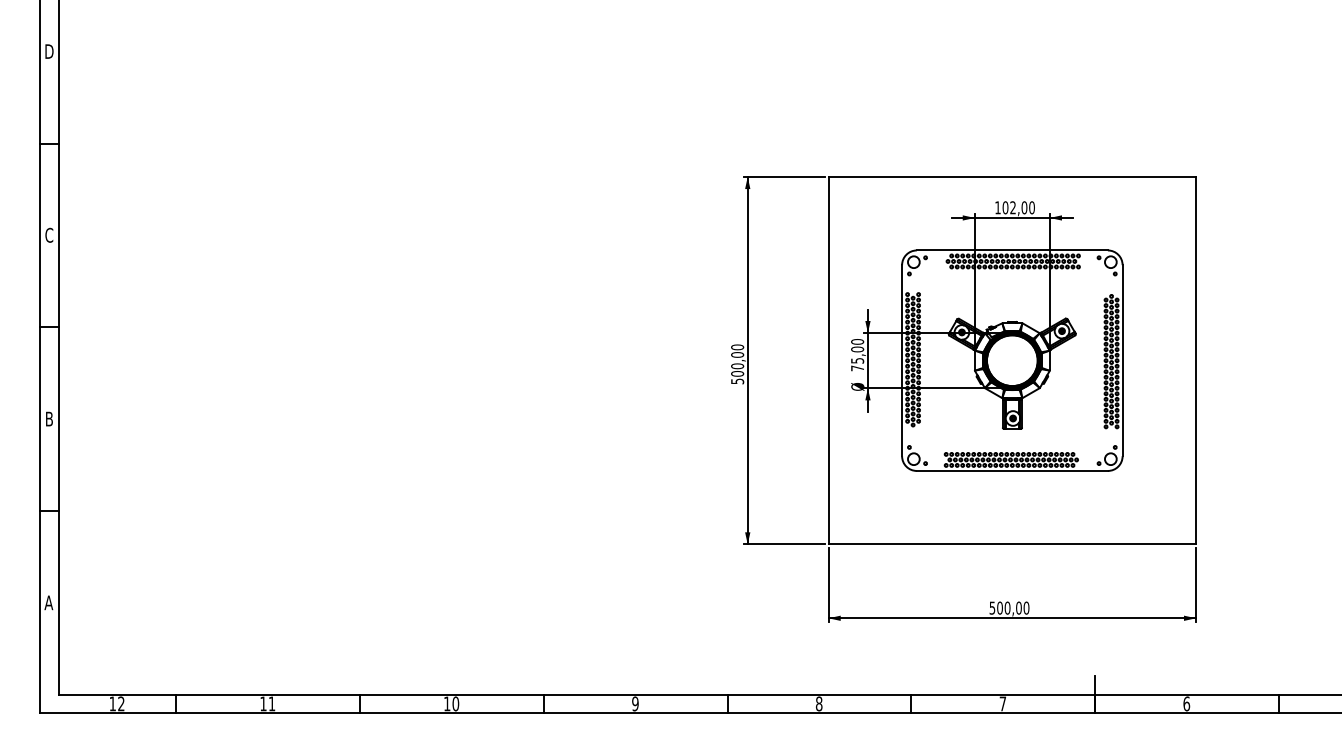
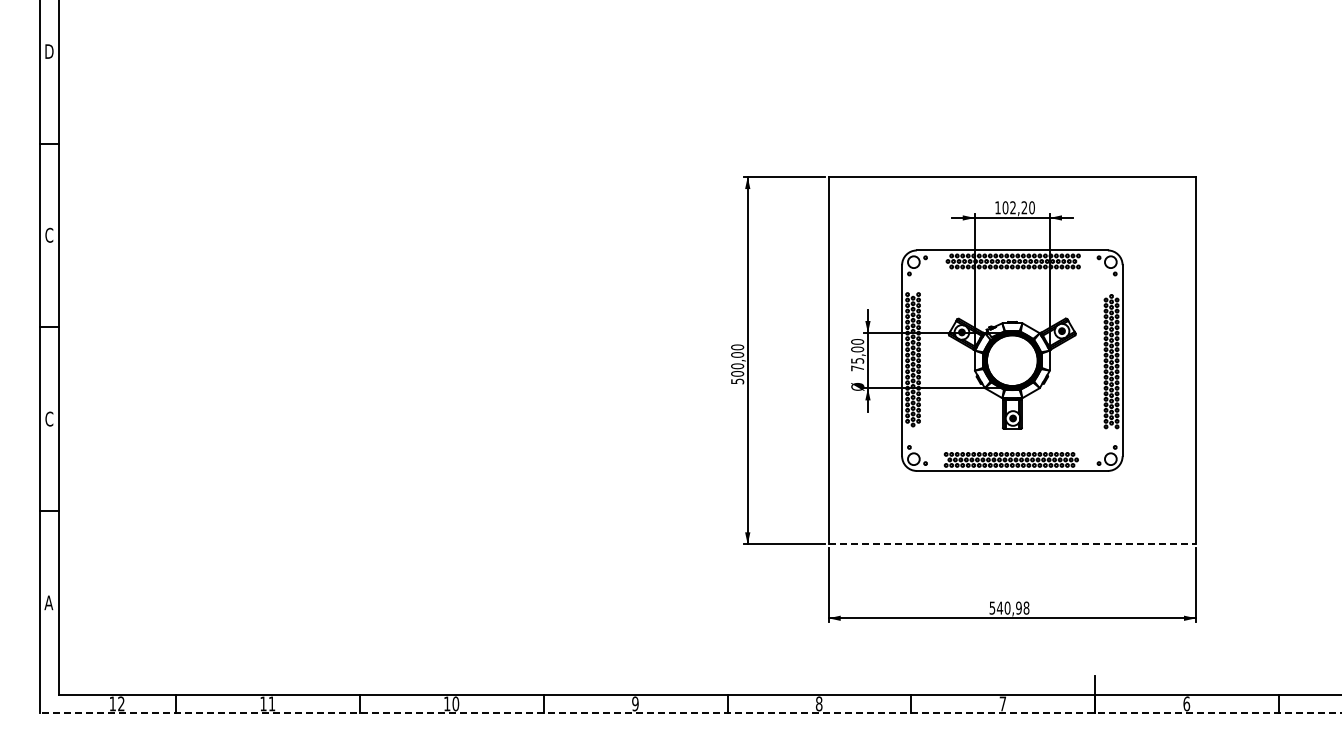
text at (1024, 207): 102,00 -> 102,20
text at (49, 418): B -> C
line at (1012, 544): solid -> dashed
text at (1012, 607): 500,00 -> 540,98
line at (691, 713): solid -> dashed
